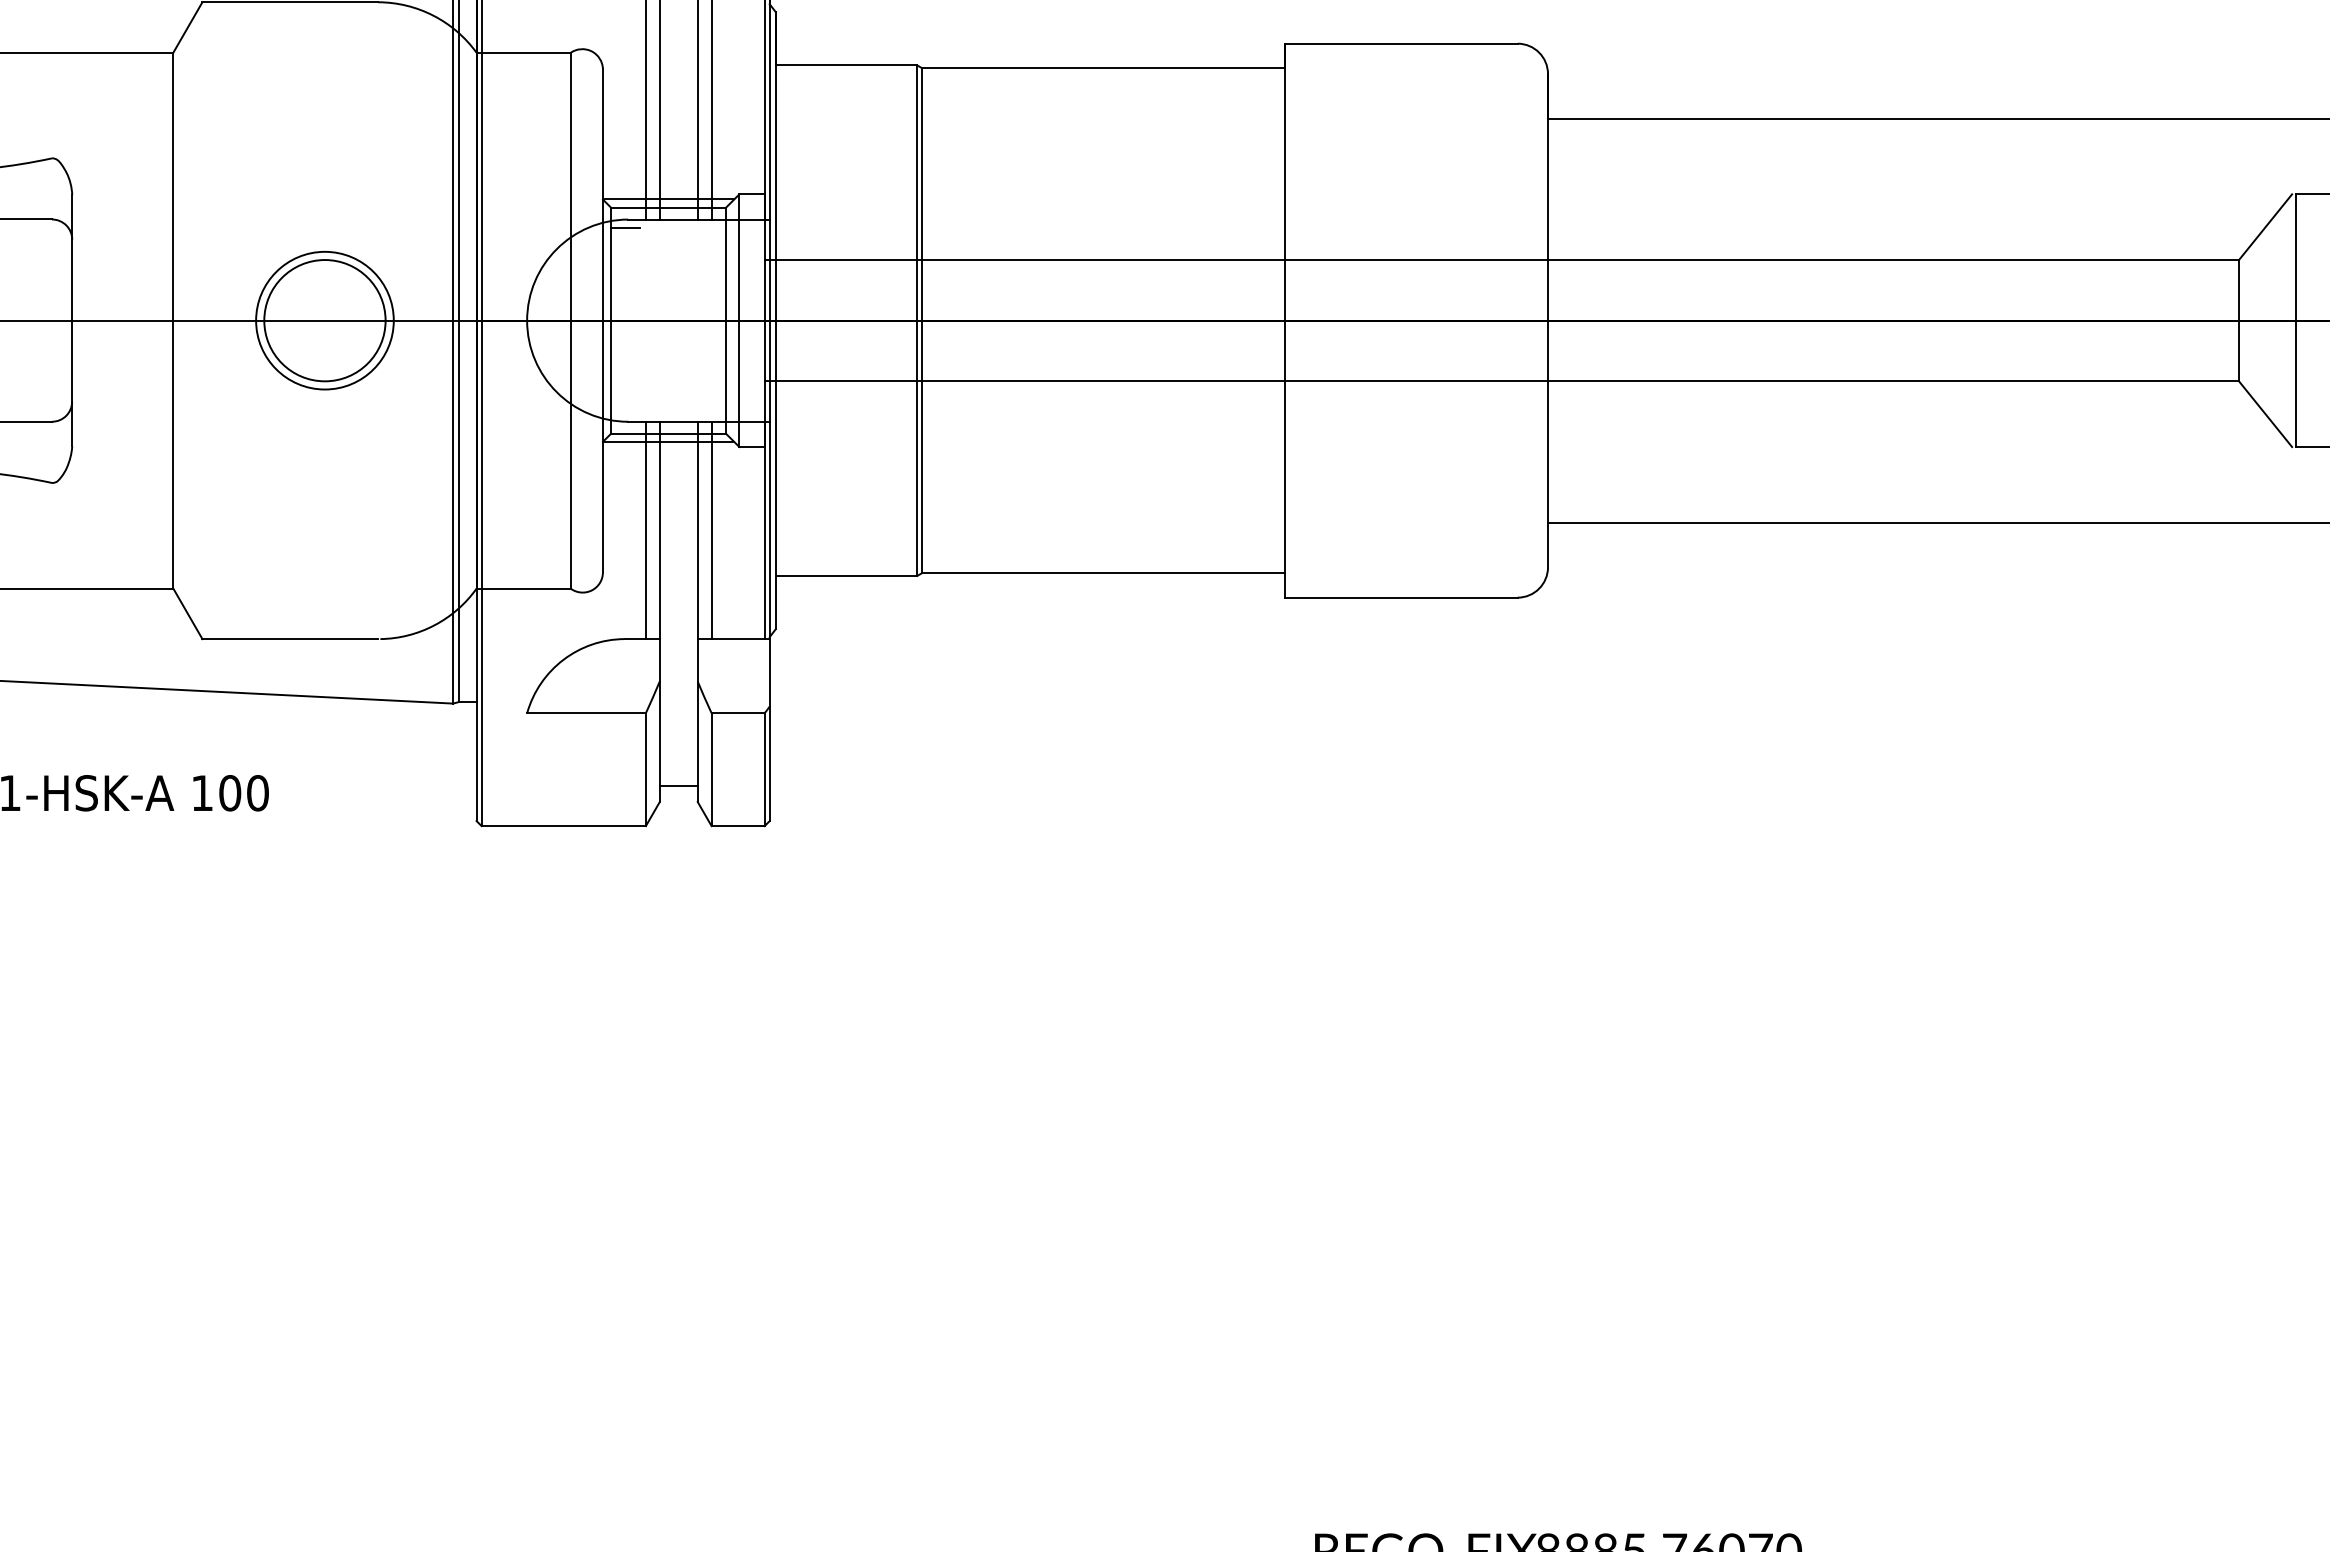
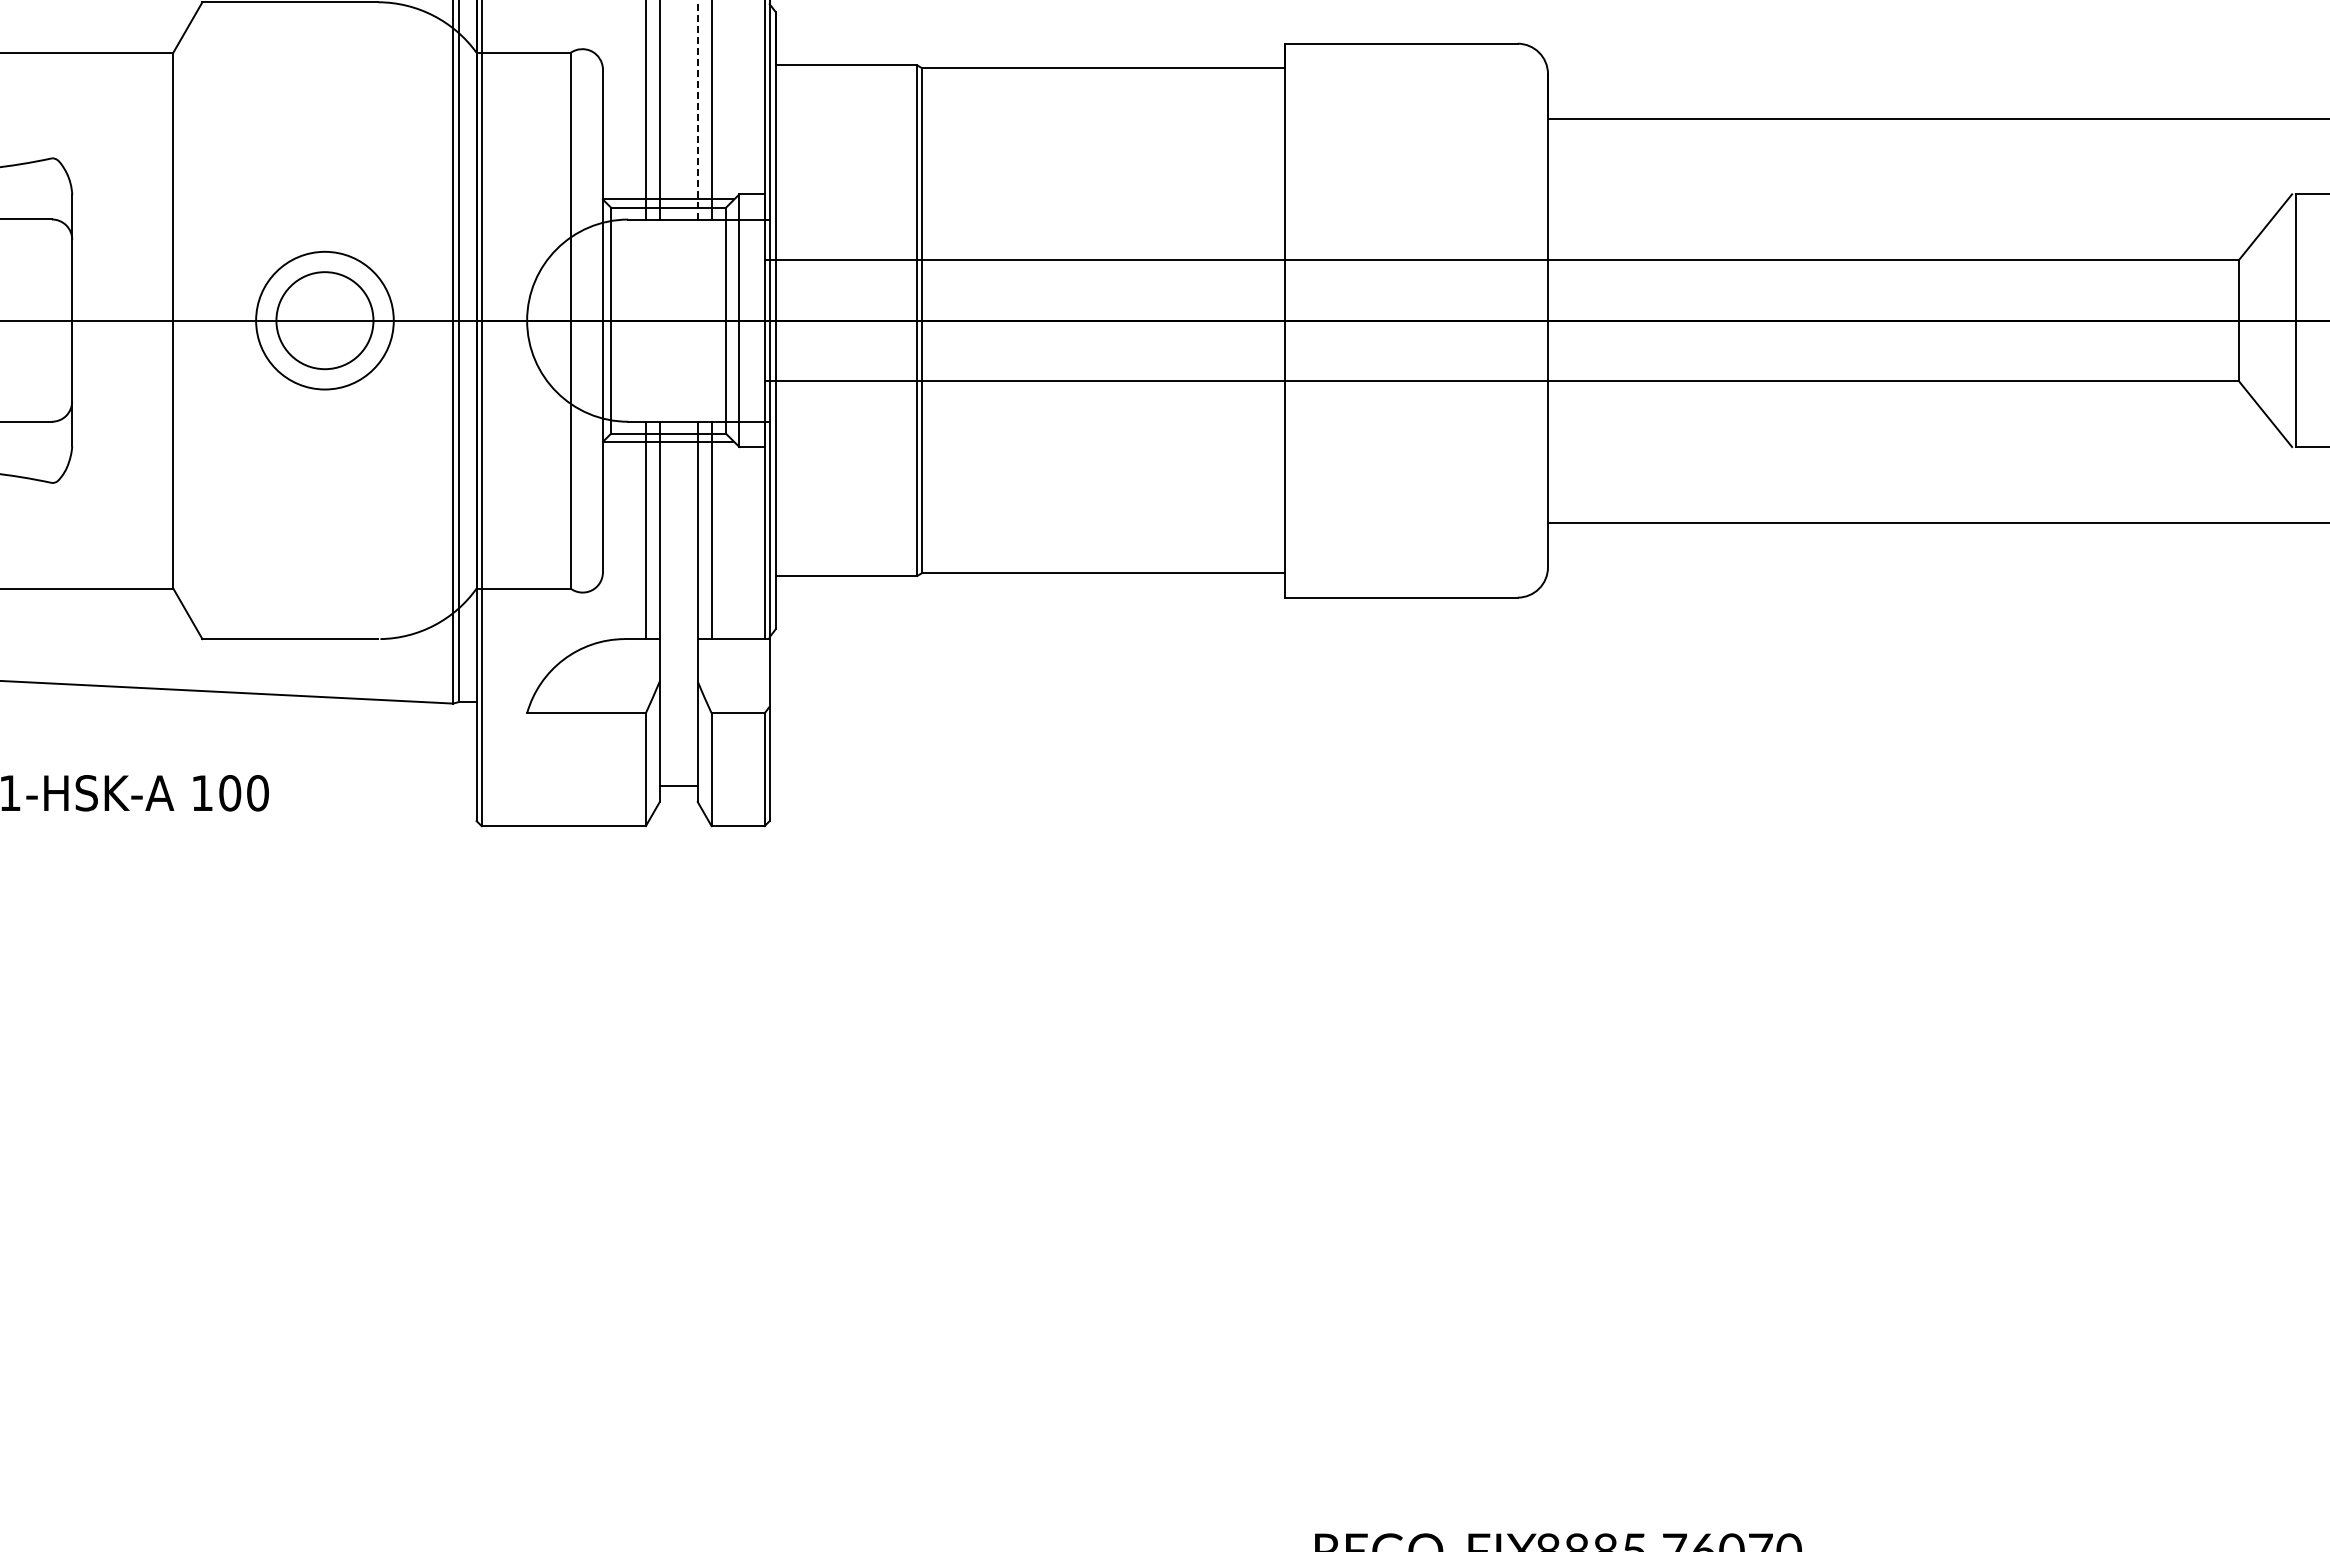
line at (697, 109): solid -> dashed
line at (625, 227): present -> none
circle at (324, 320) diameter: 121 px -> 97 px
